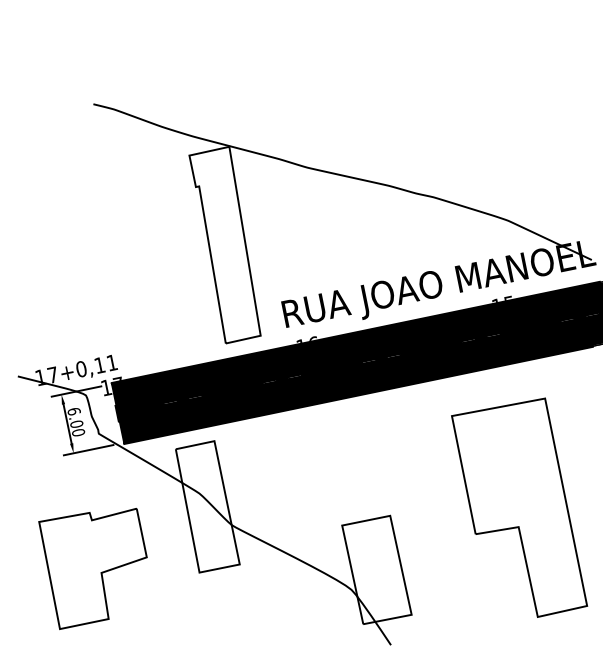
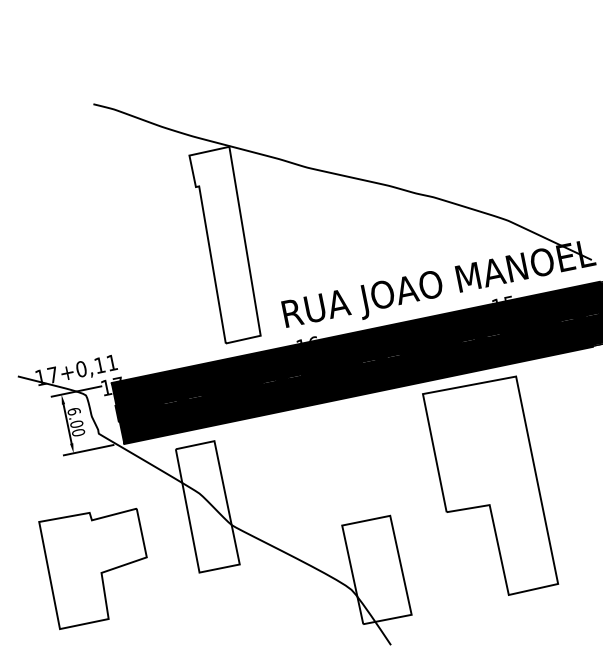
part at (519, 507) position: (519, 507) -> (490, 485)
